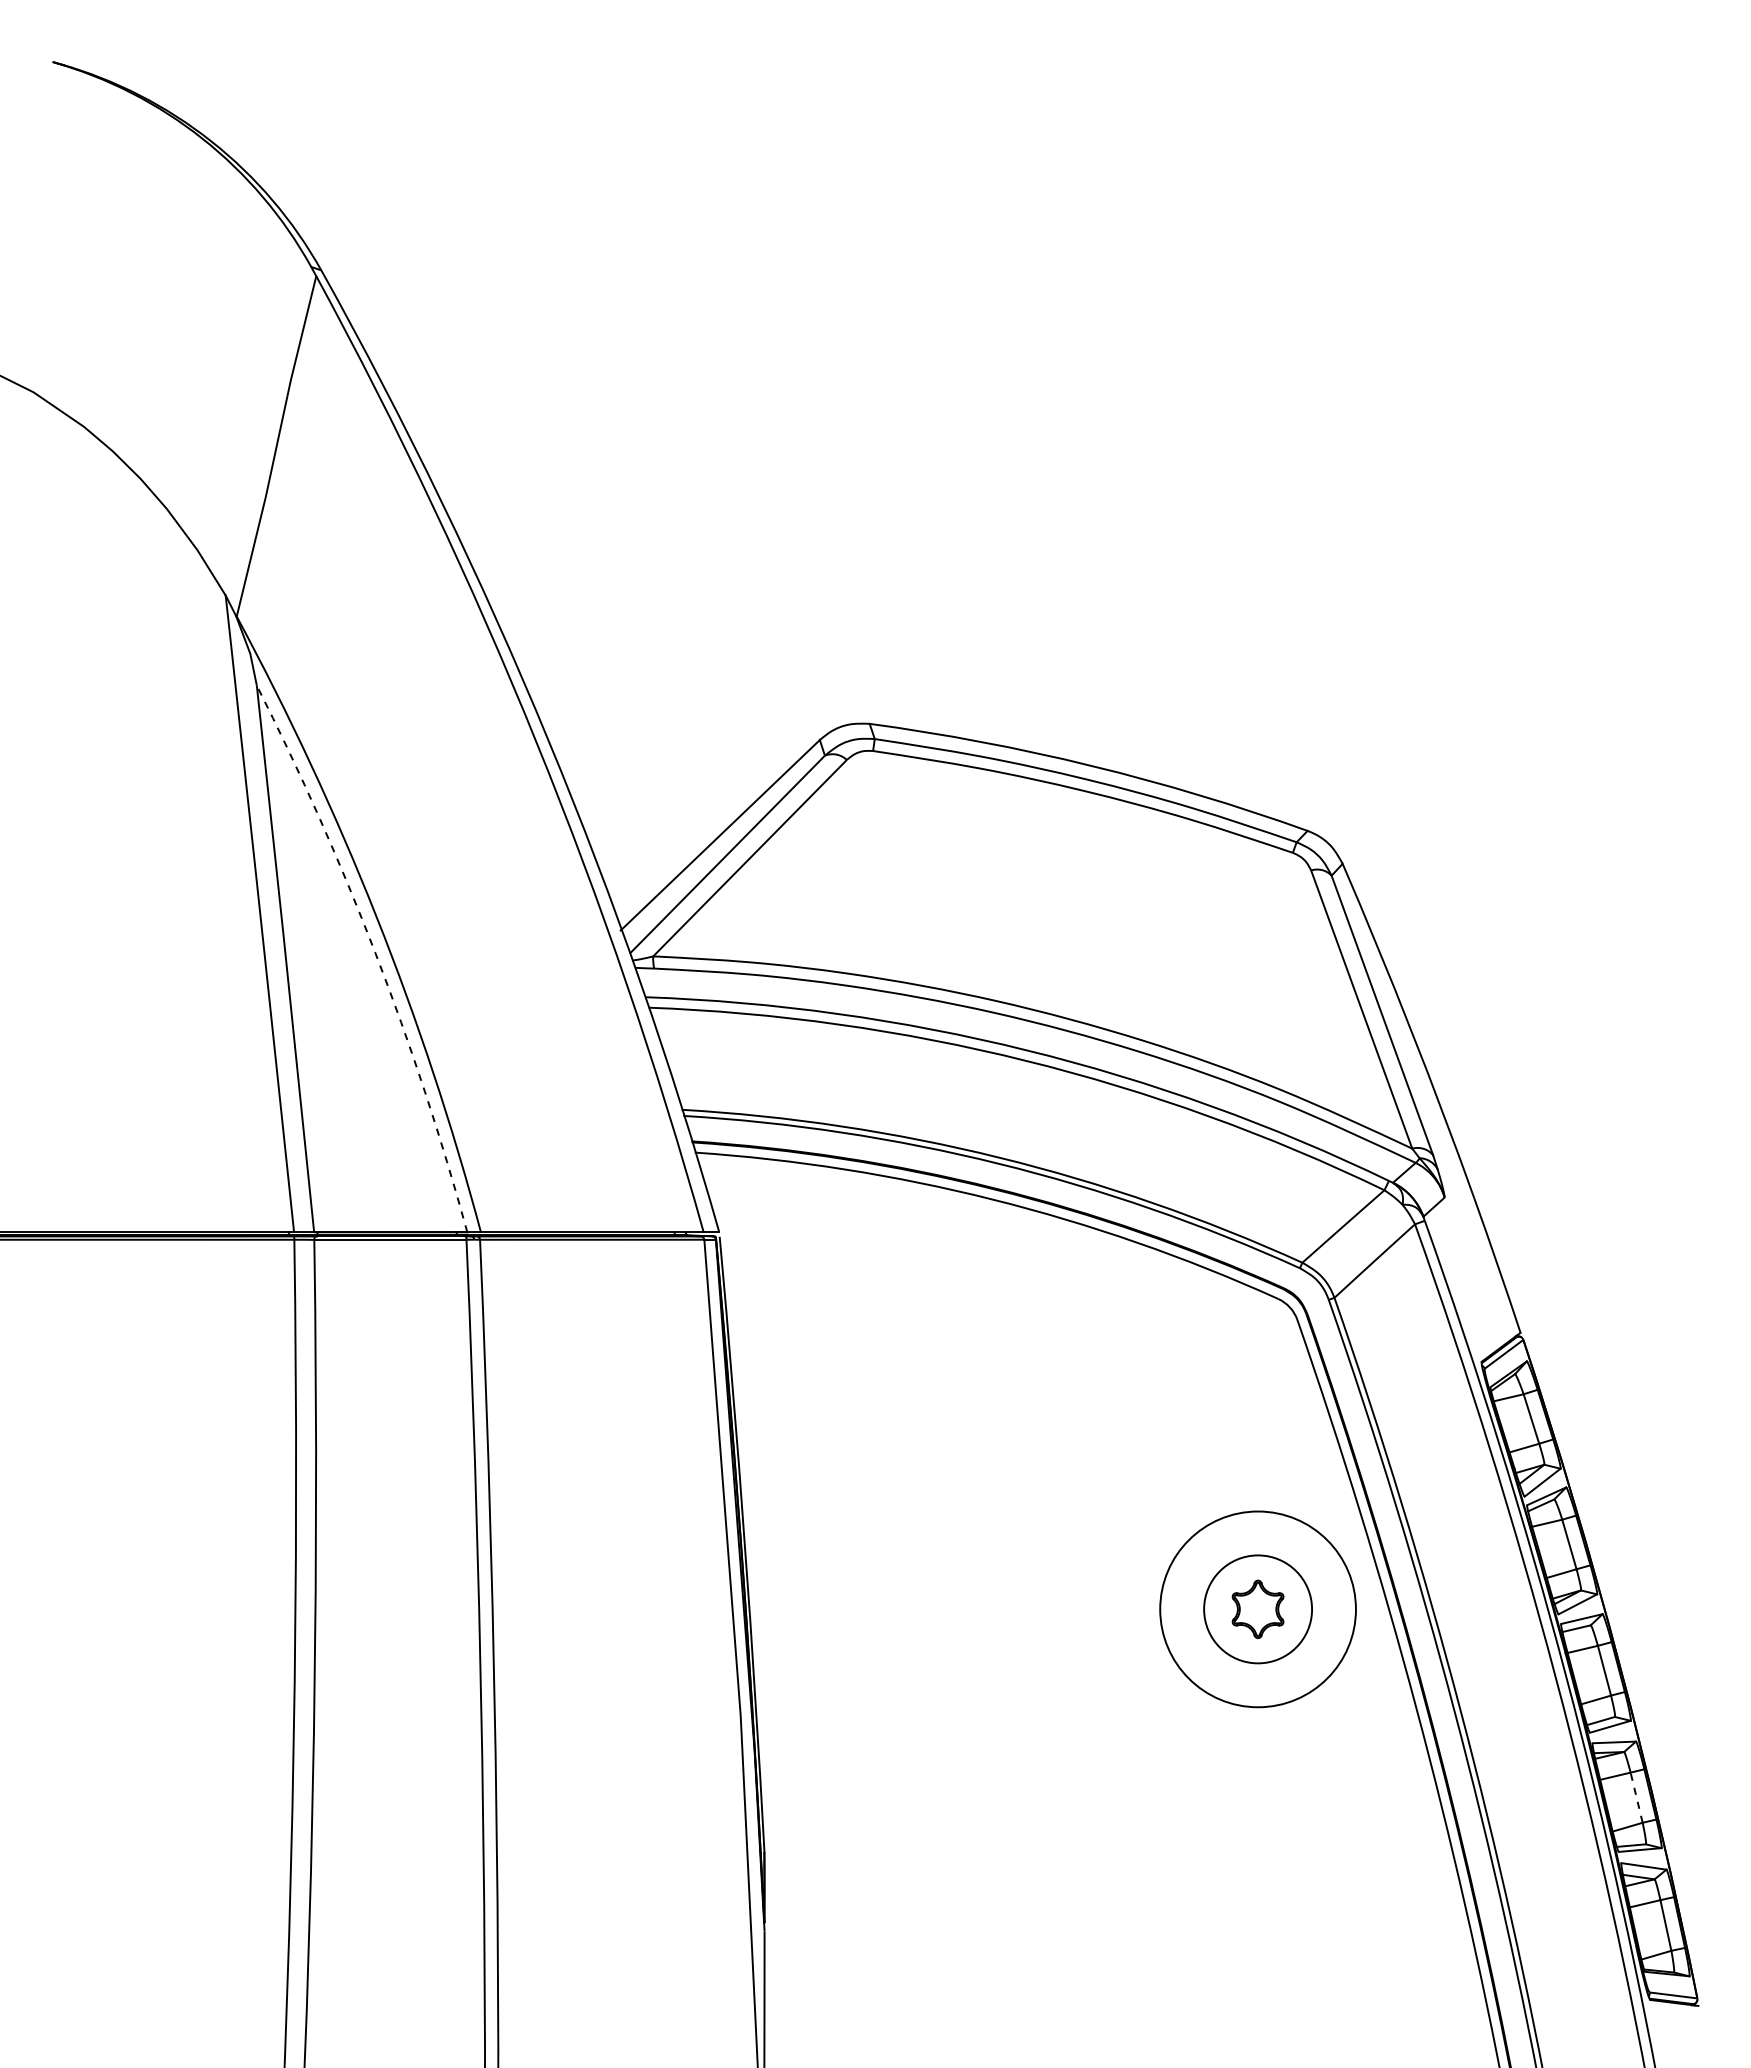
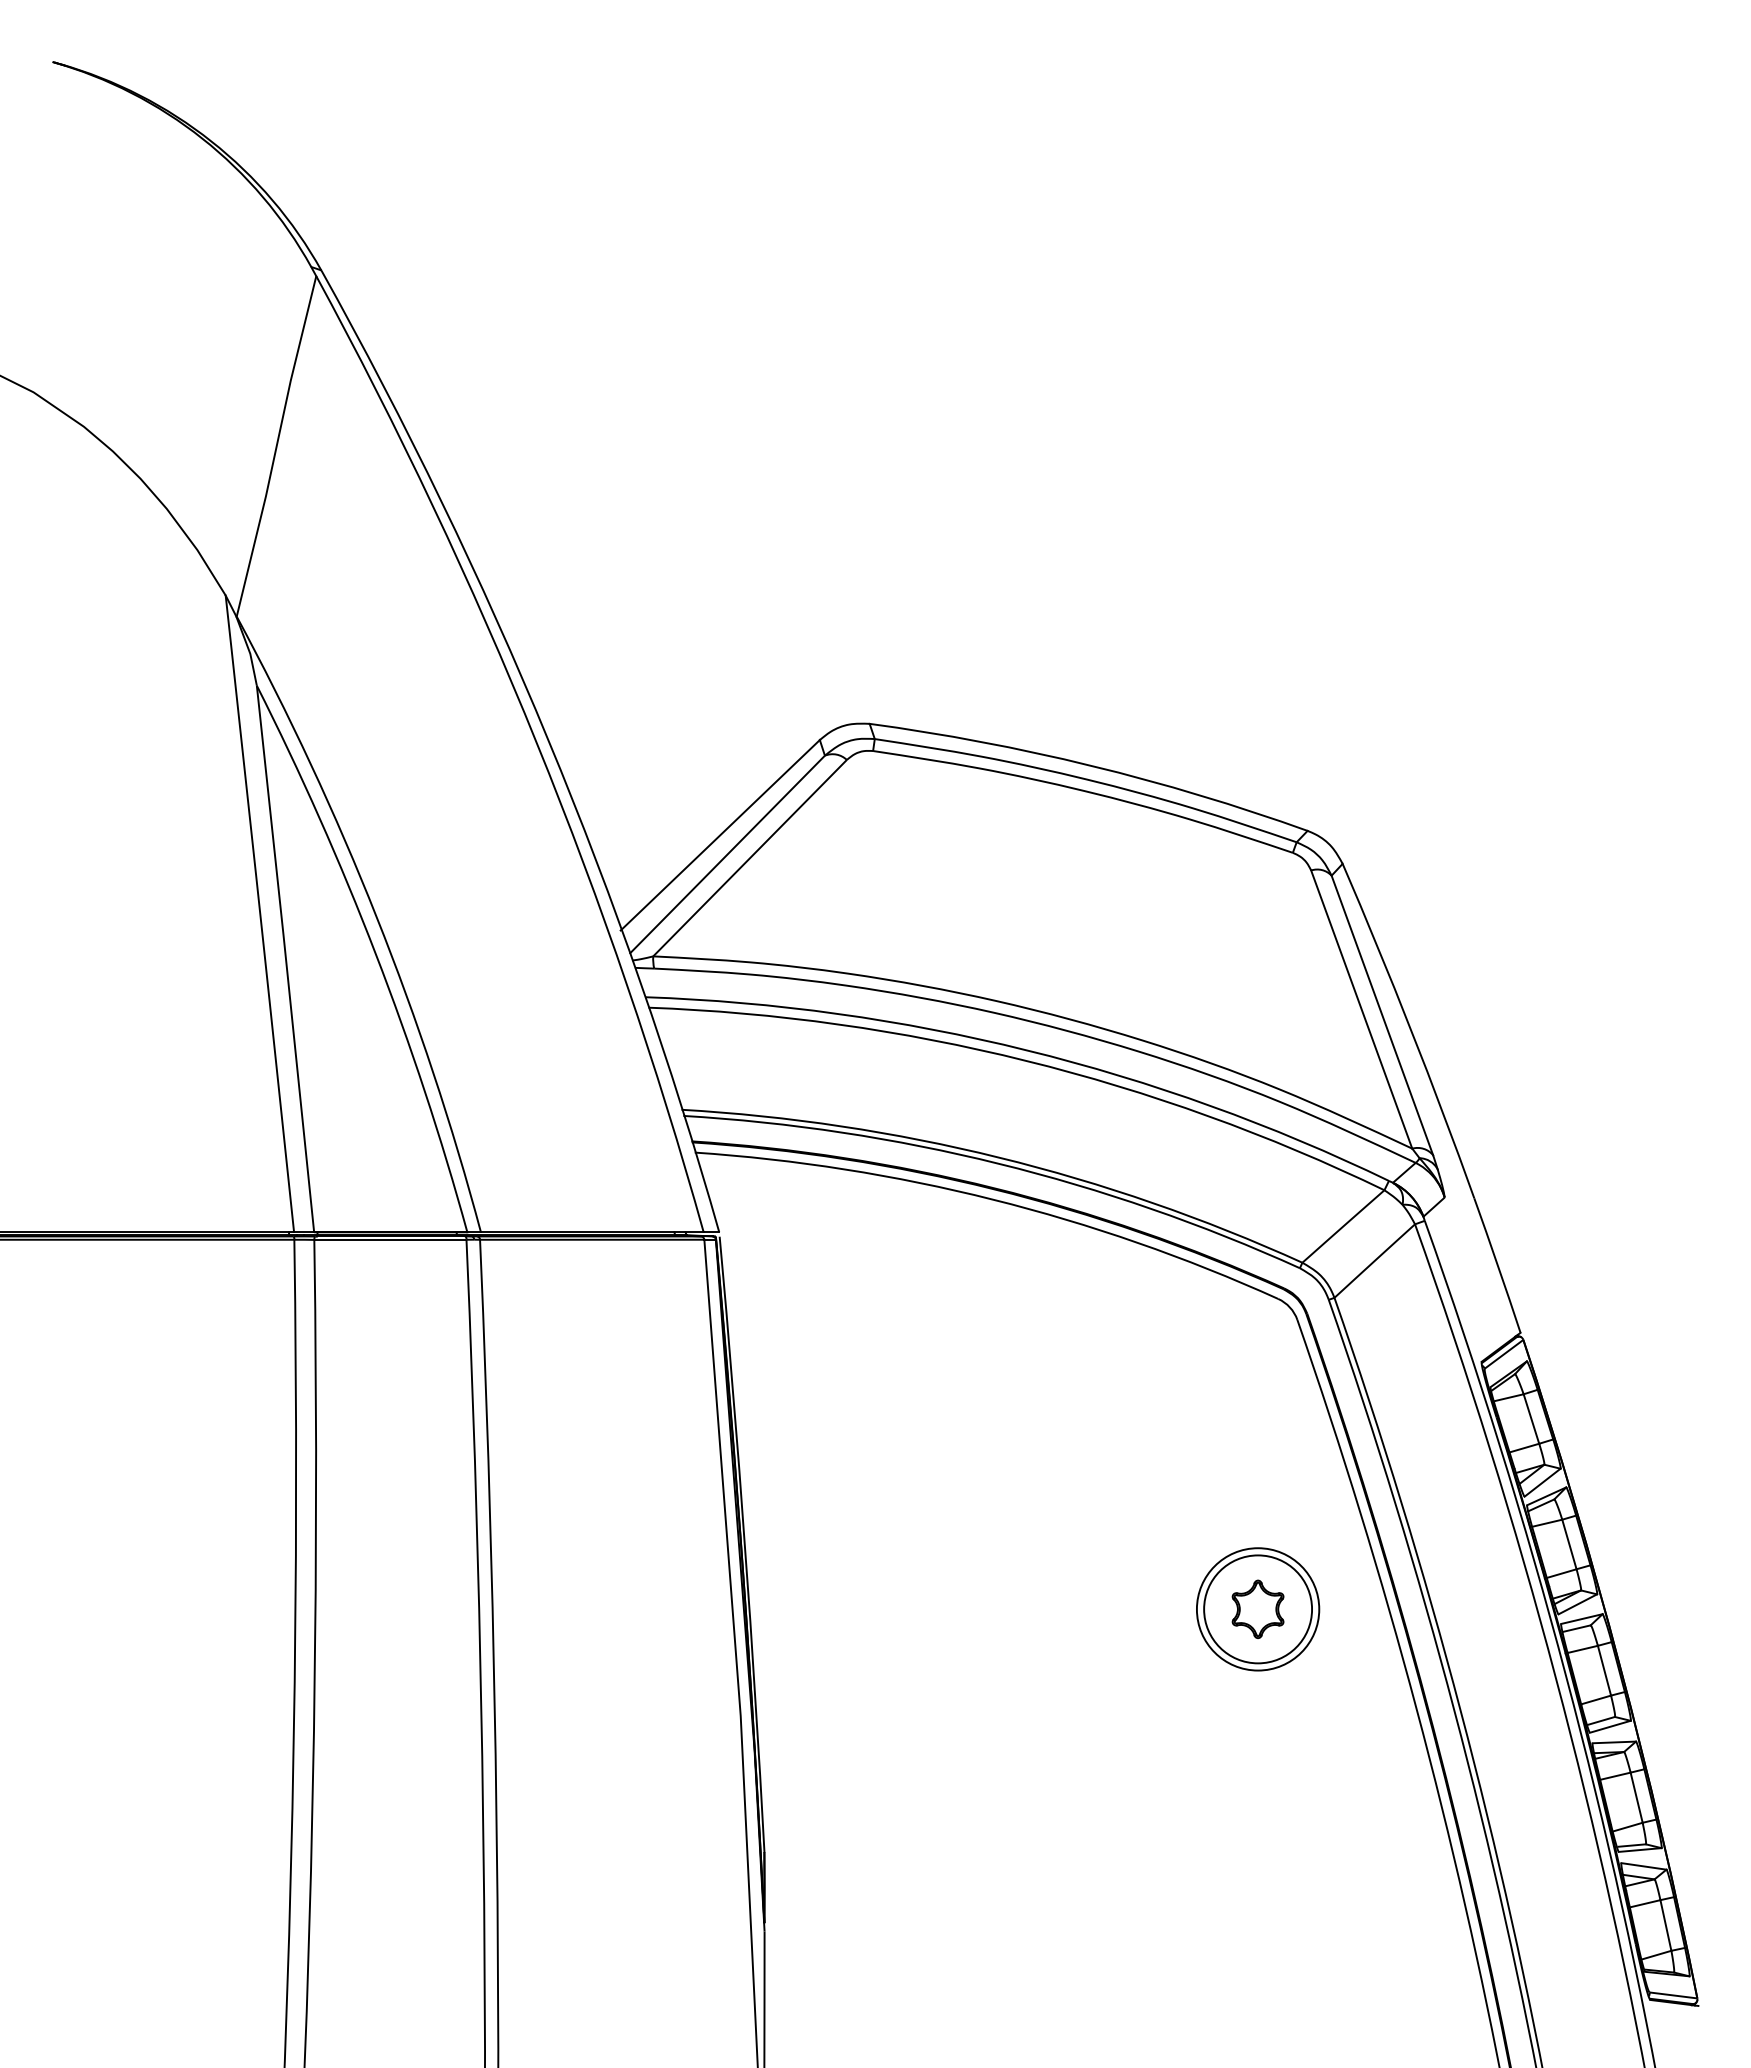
arc at (375, 953): dashed -> solid
circle at (1257, 1609) diameter: 196 px -> 122 px
line at (1636, 1797): dashed -> solid
